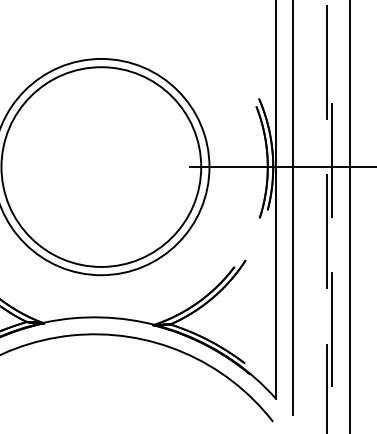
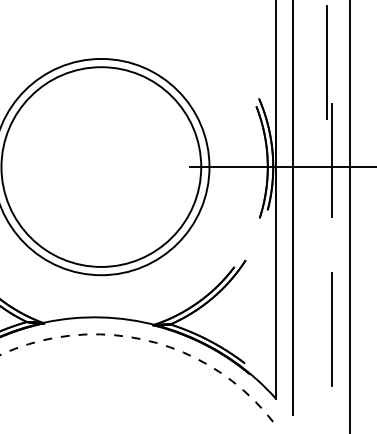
line at (326, 231): present -> none
arc at (148, 340): solid -> dashed
line at (326, 387): present -> none
